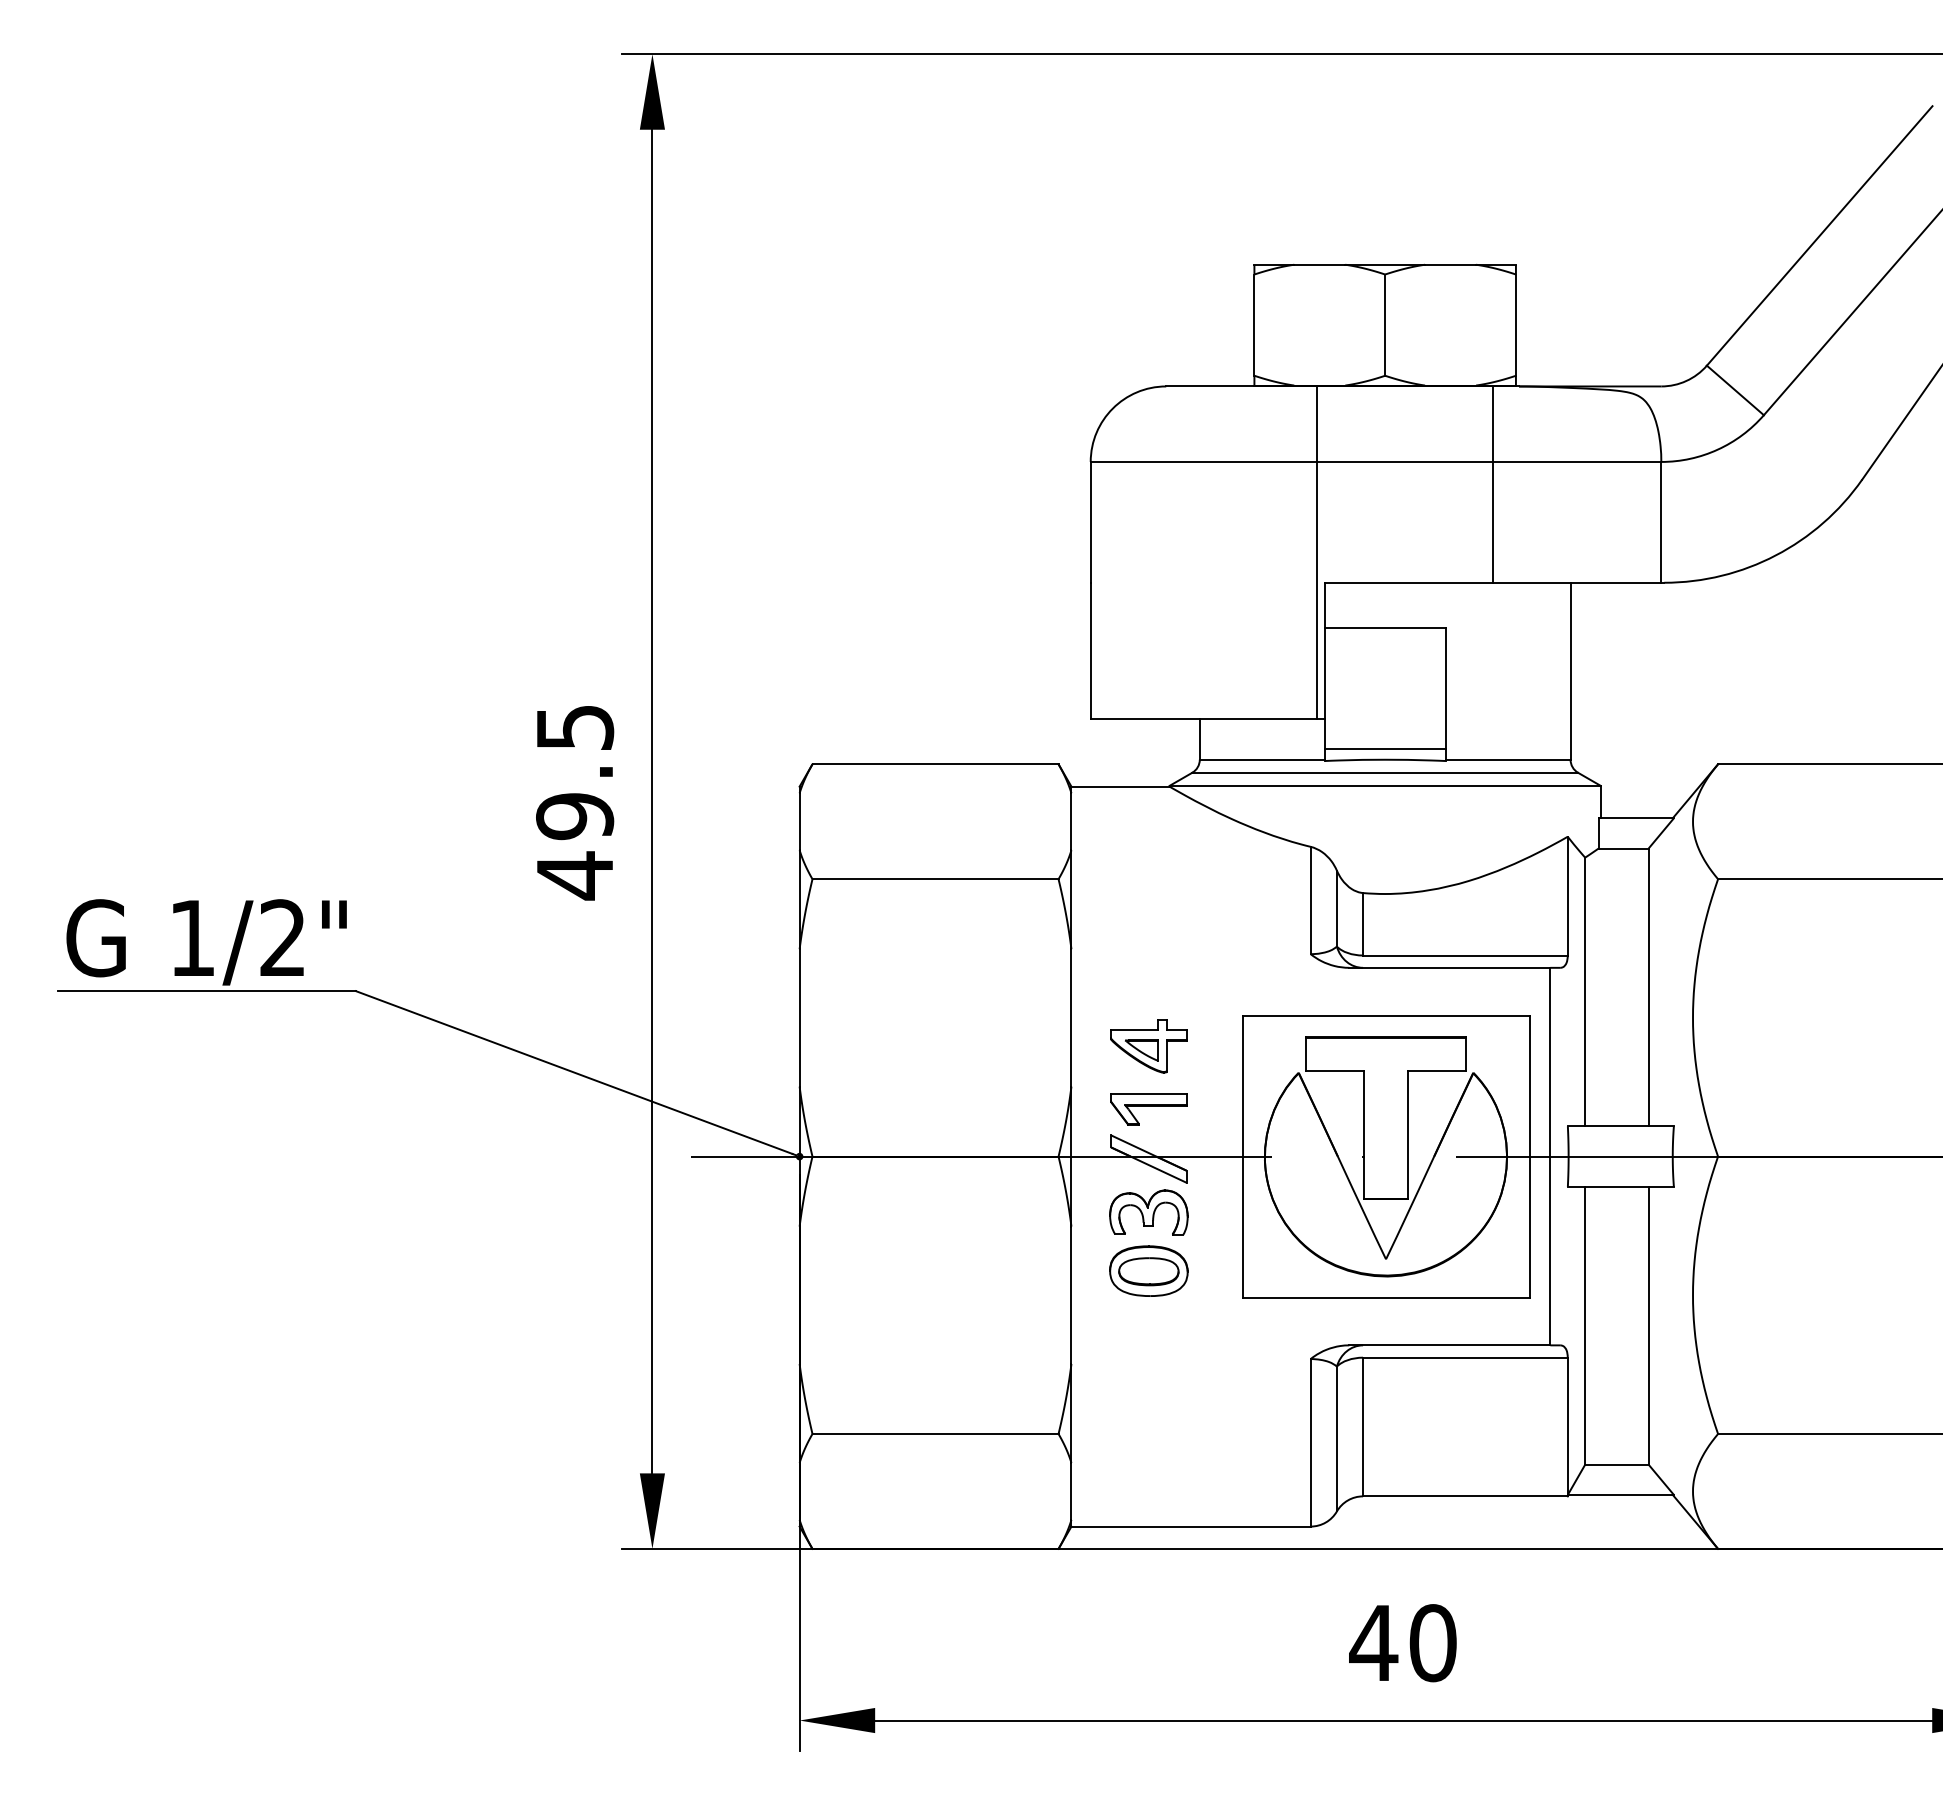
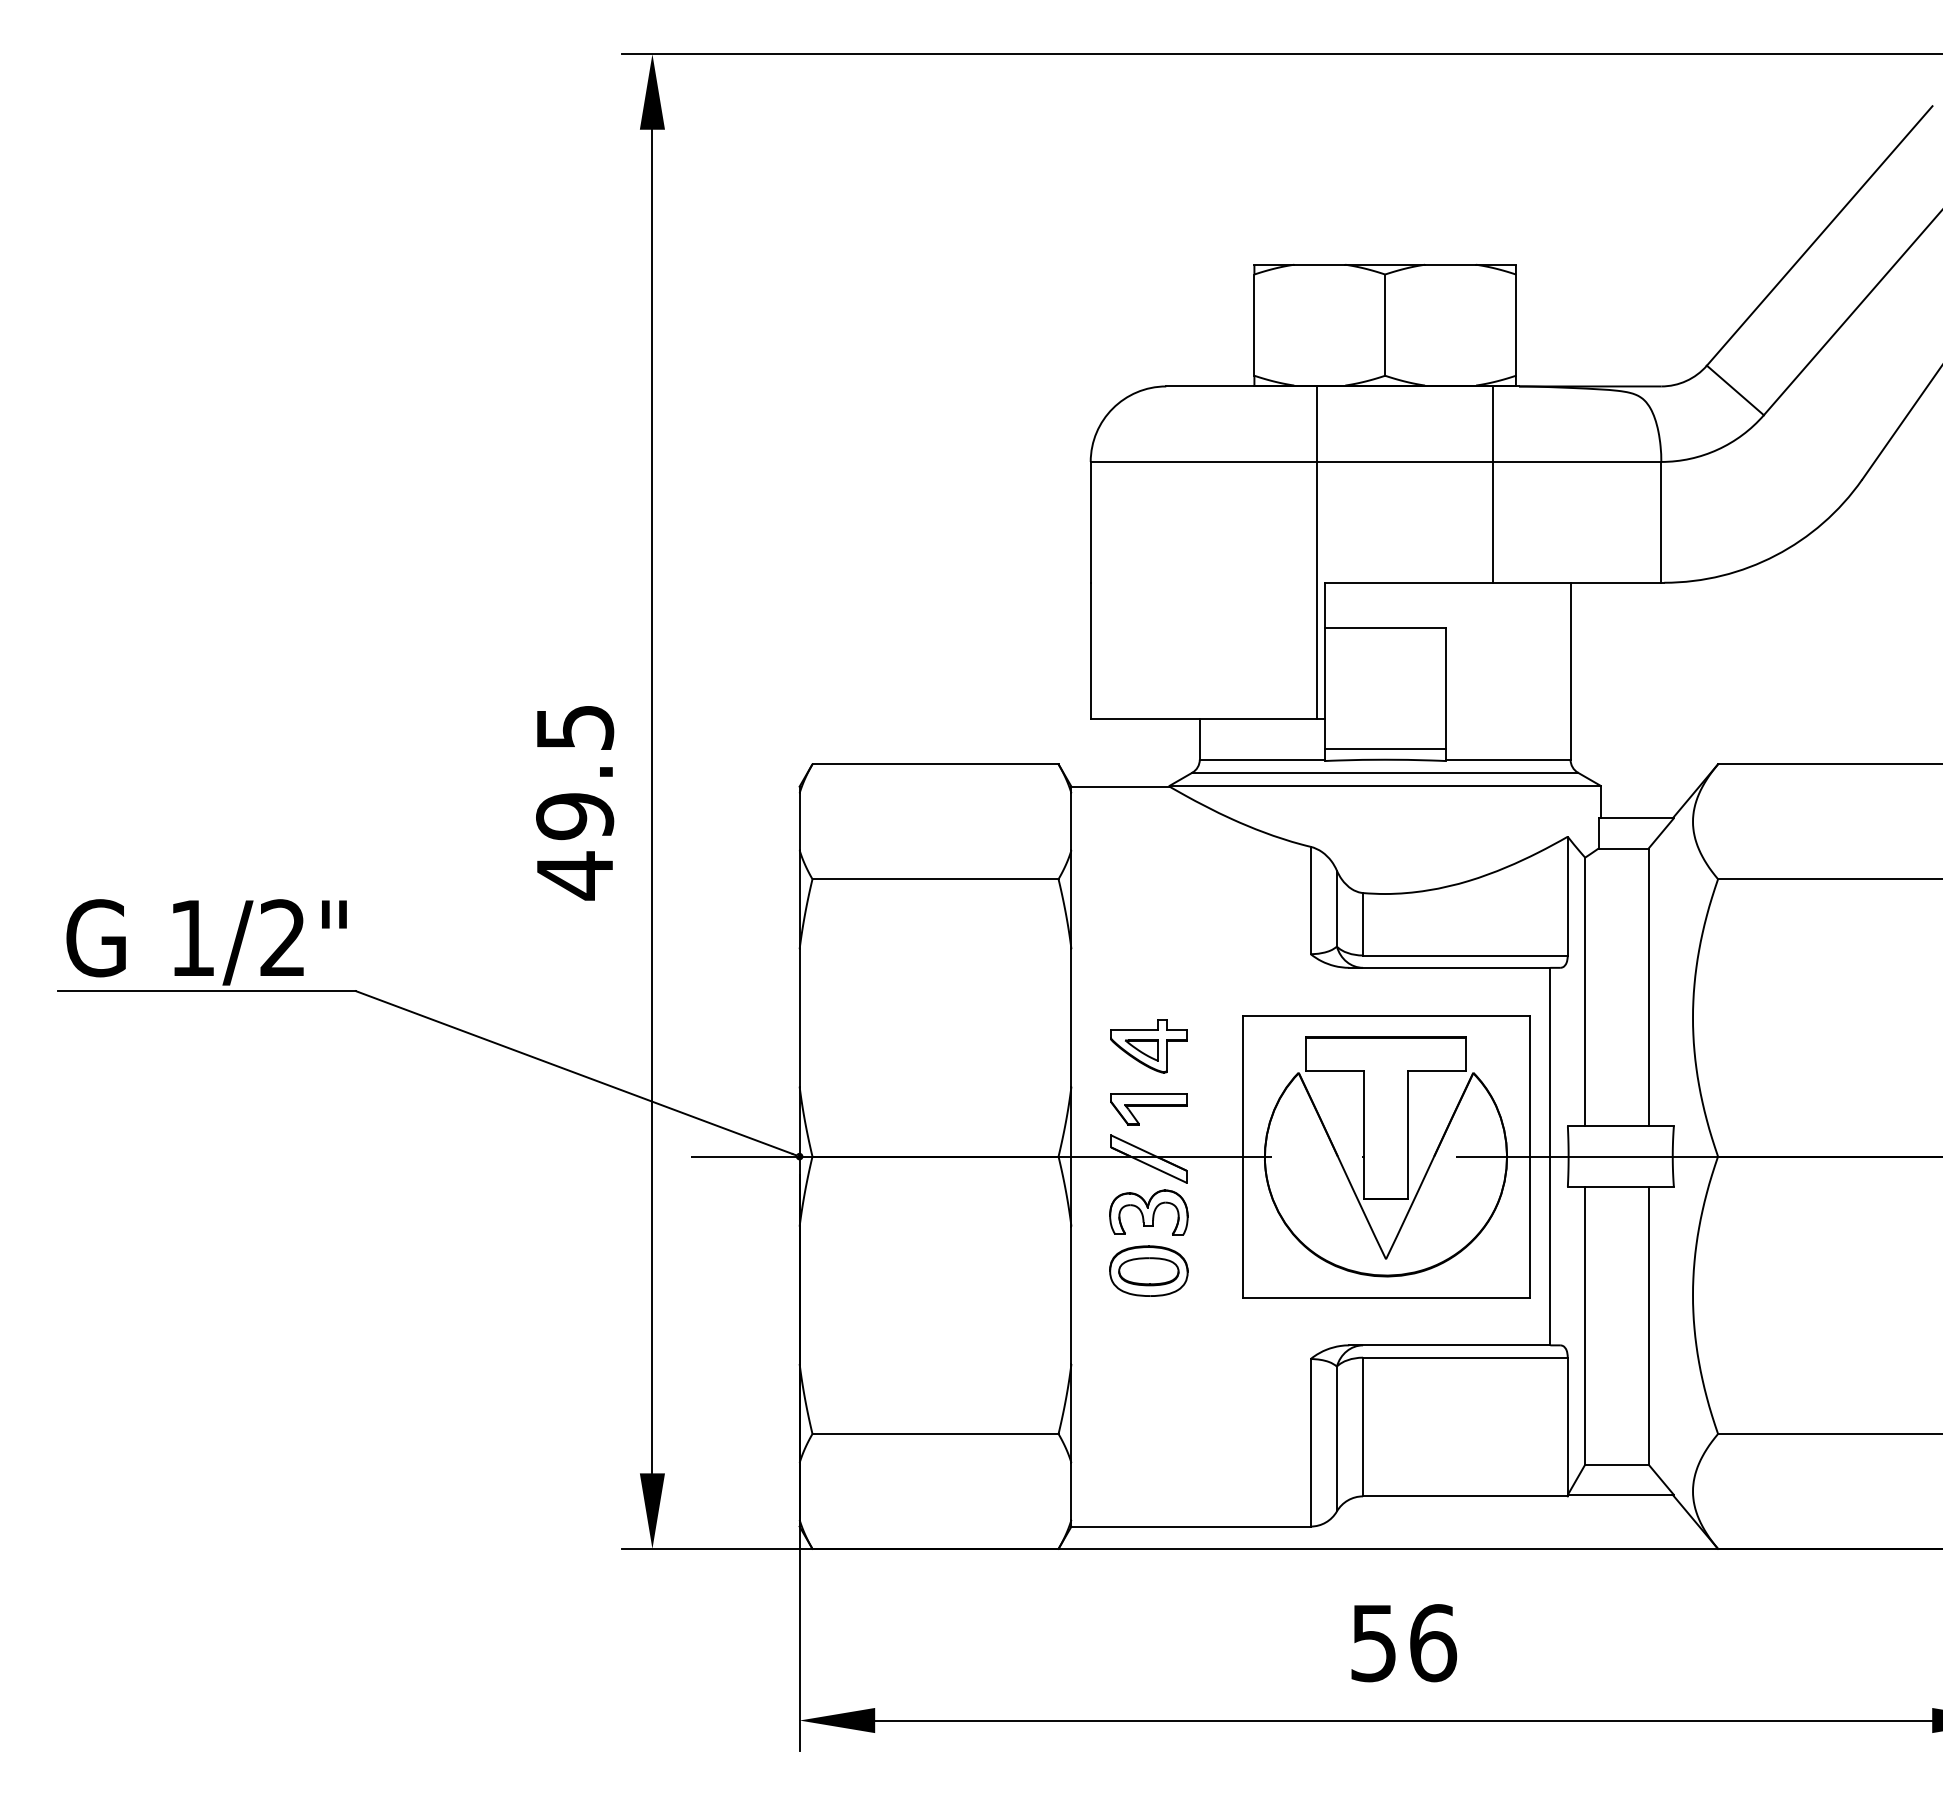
text at (1403, 1643): 40 -> 56
